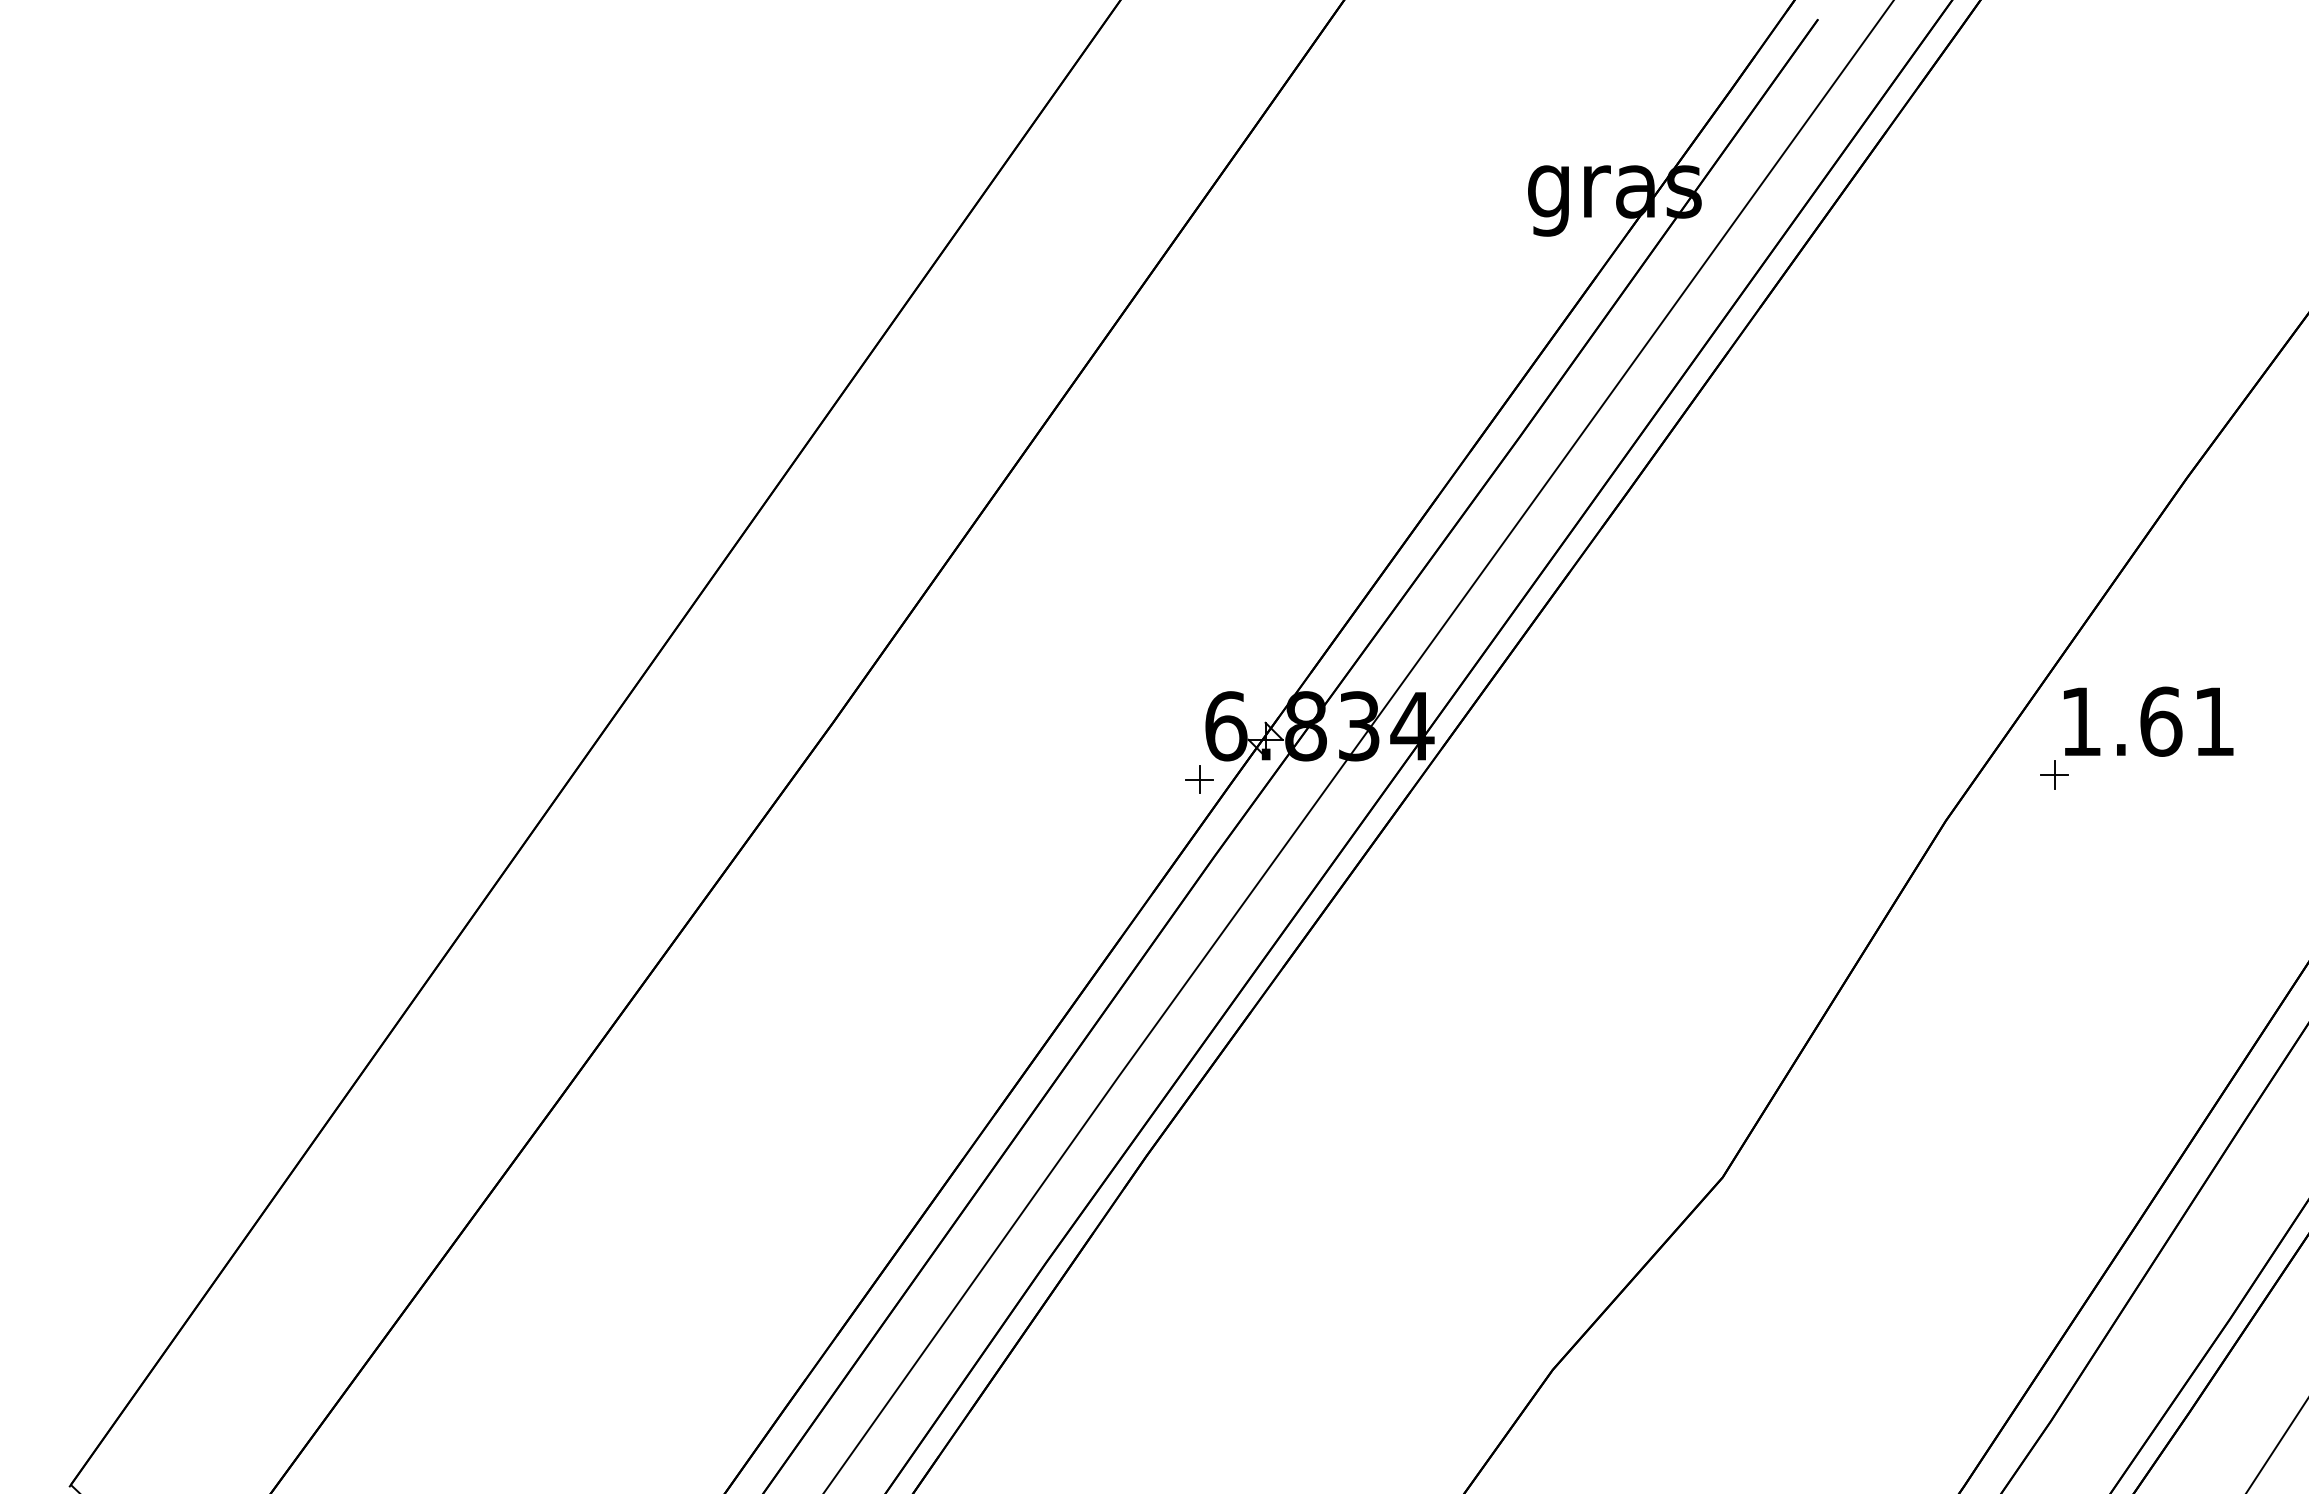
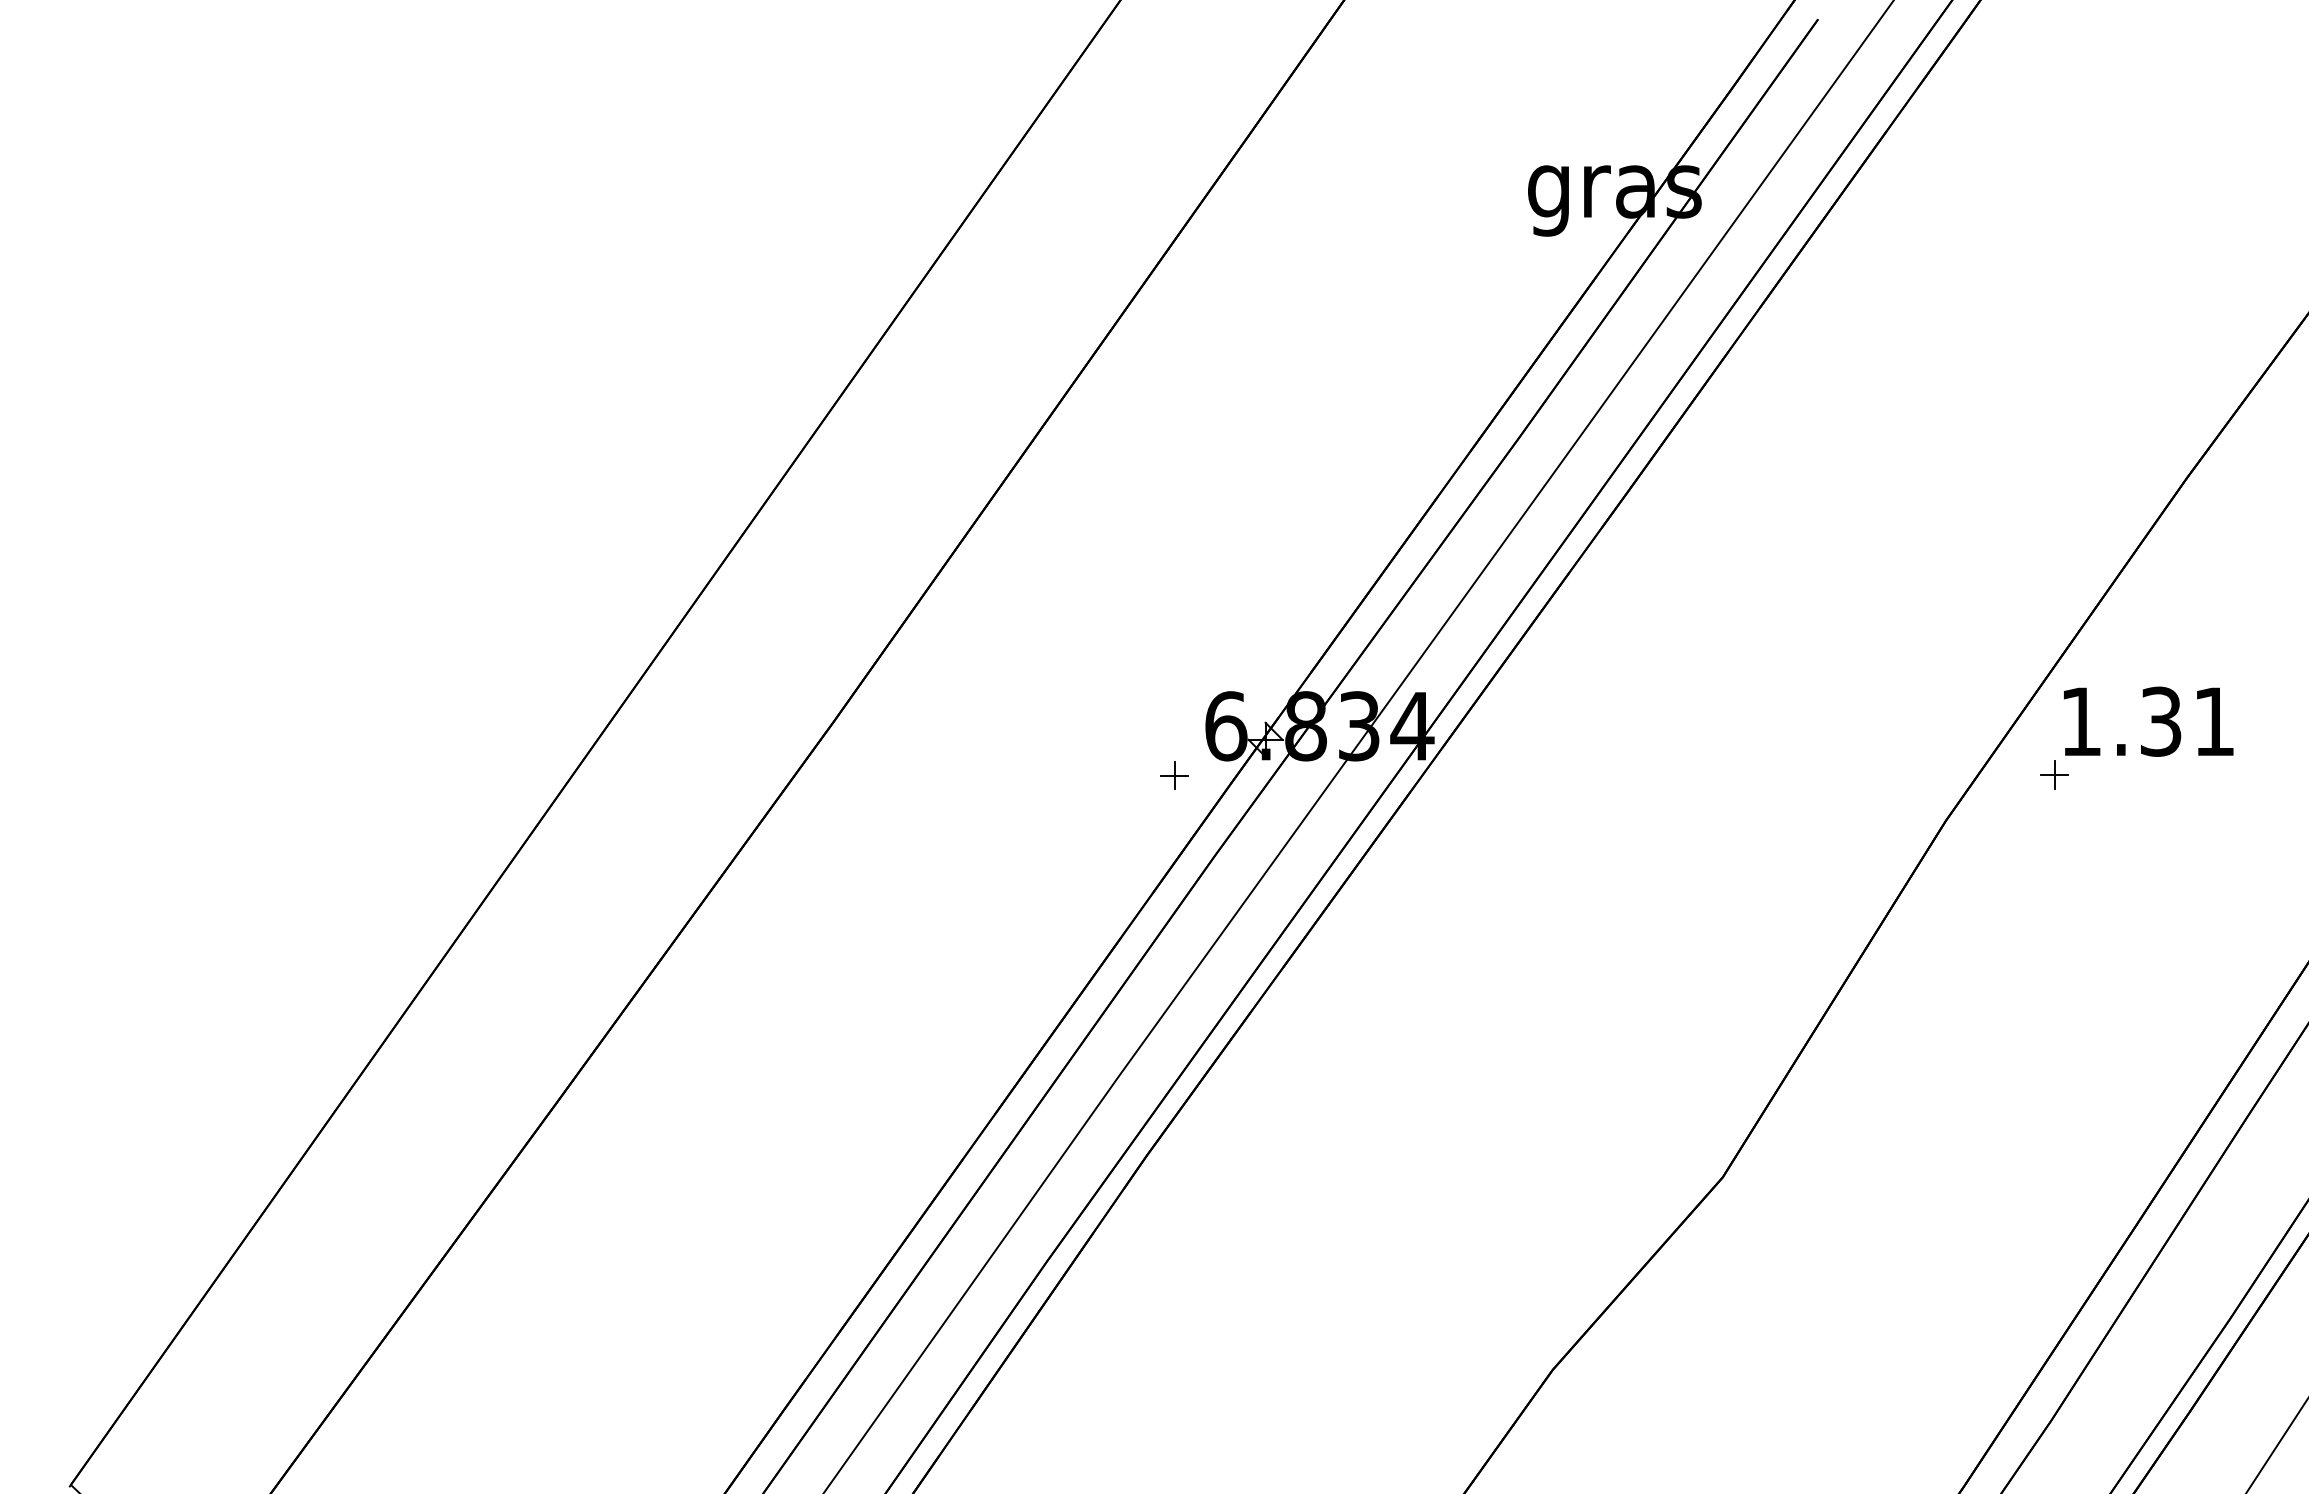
text at (2161, 721): 1.61 -> 1.31
part at (1199, 779) position: (1199, 779) -> (1174, 775)
